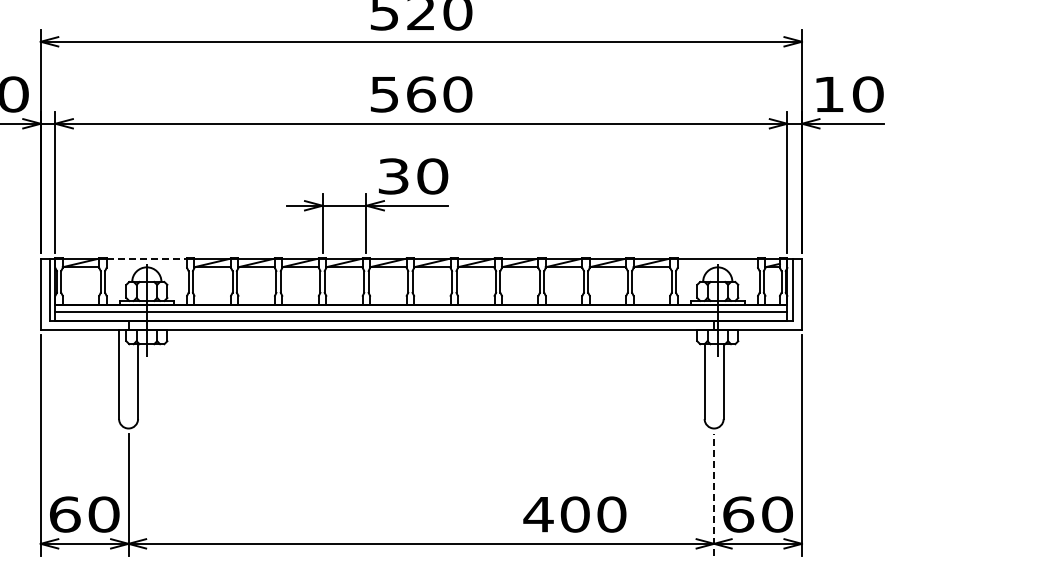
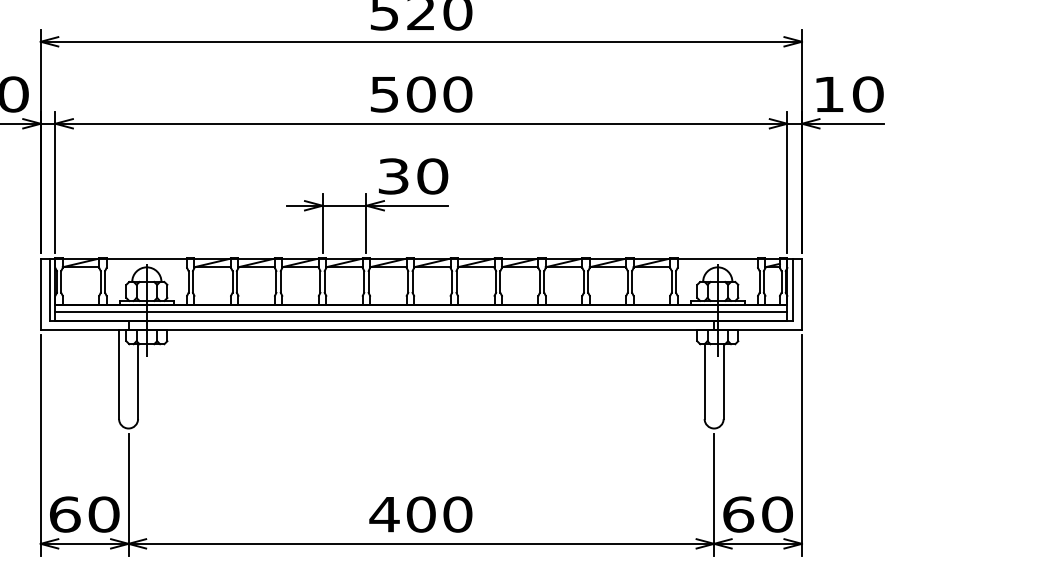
text at (420, 94): 560 -> 500
line at (147, 258): dashed -> solid
line at (714, 494): dashed -> solid
text at (574, 514) position: (574, 514) -> (420, 514)
